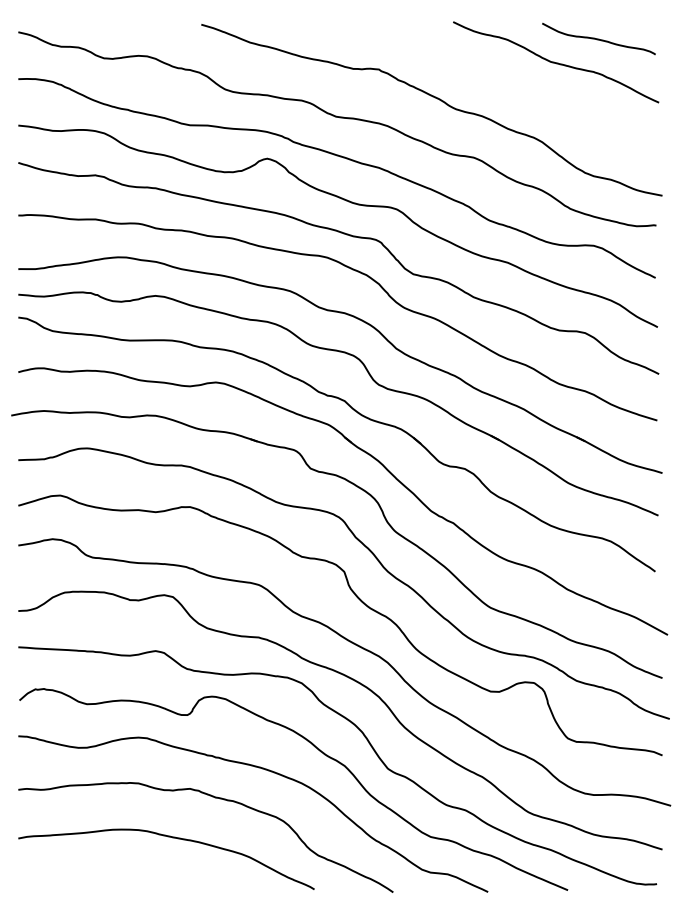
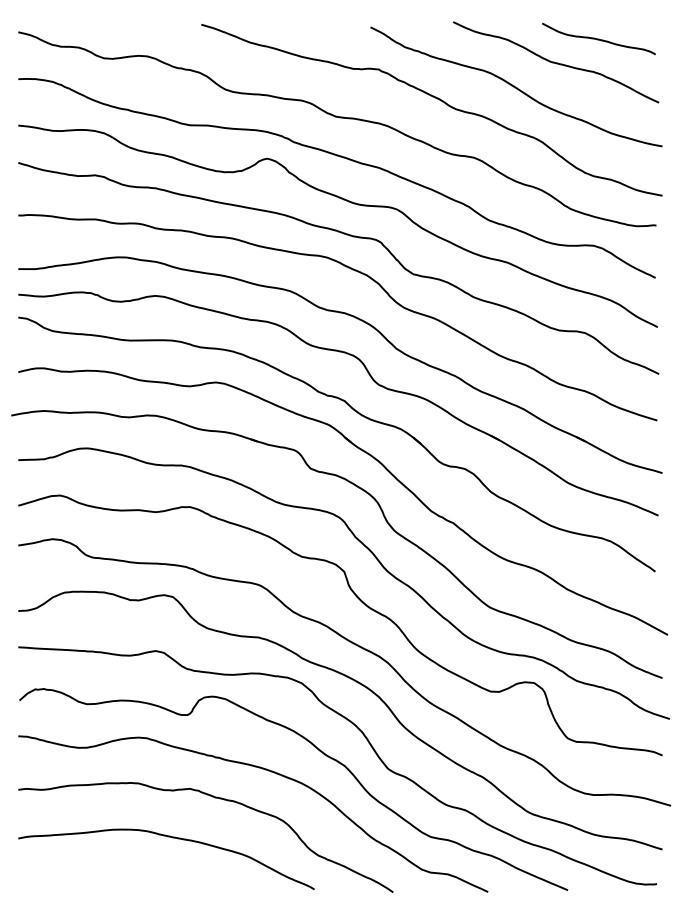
curve at (515, 86): none -> present
